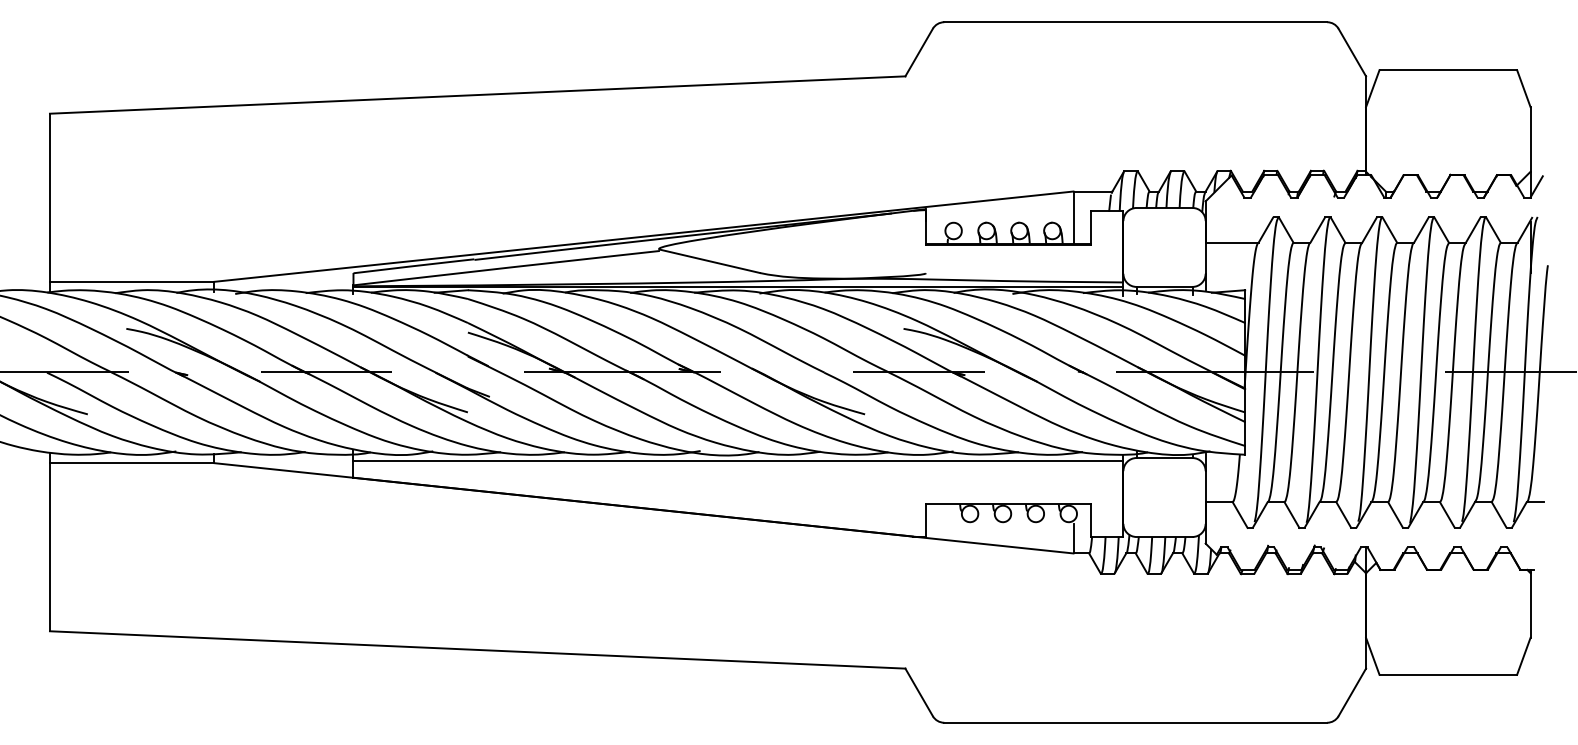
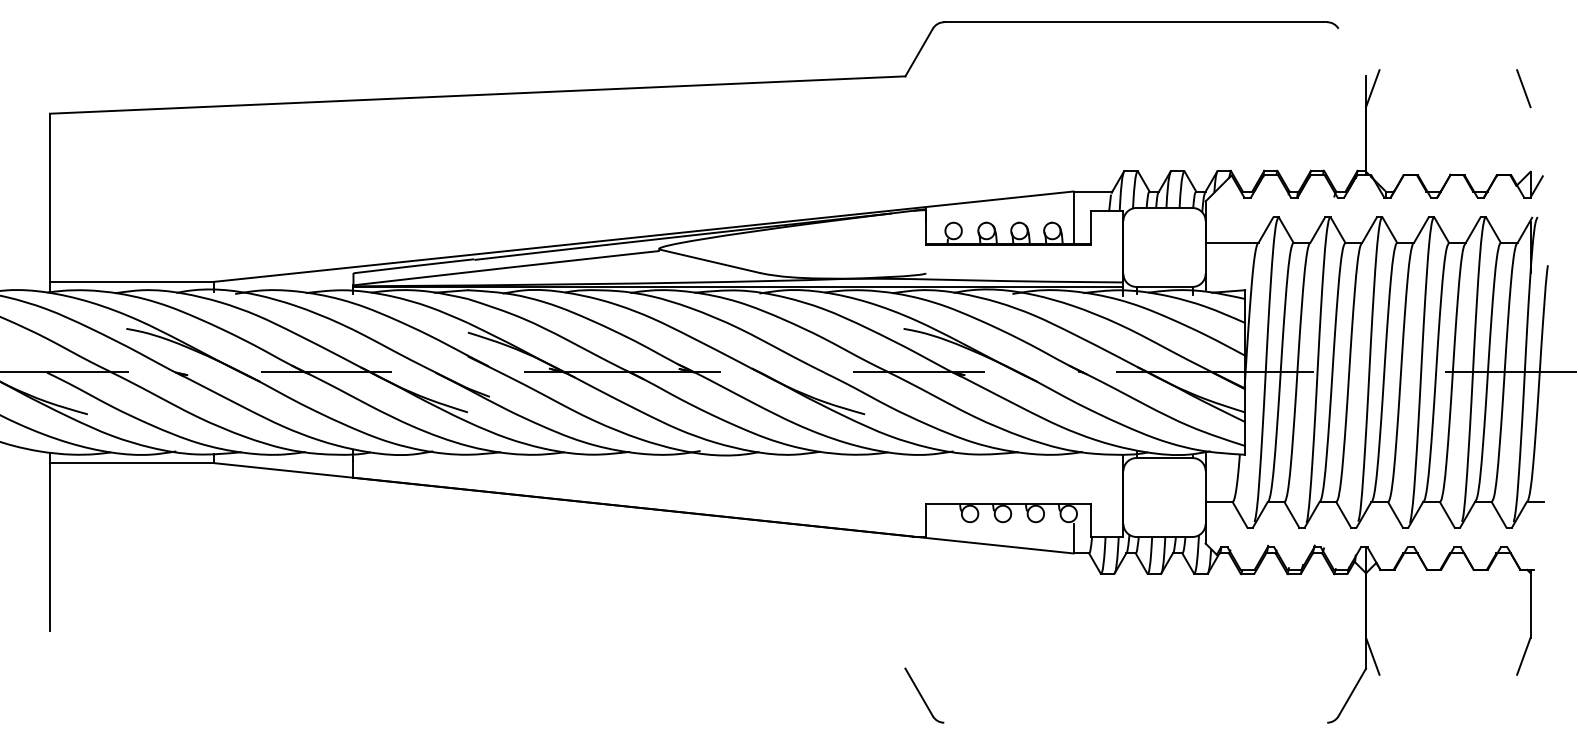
line at (1352, 52): present -> none
line at (1448, 70): present -> none
line at (1530, 139): present -> none
line at (738, 460): present -> none
line at (477, 649): present -> none
line at (1448, 674): present -> none
line at (1135, 722): present -> none
